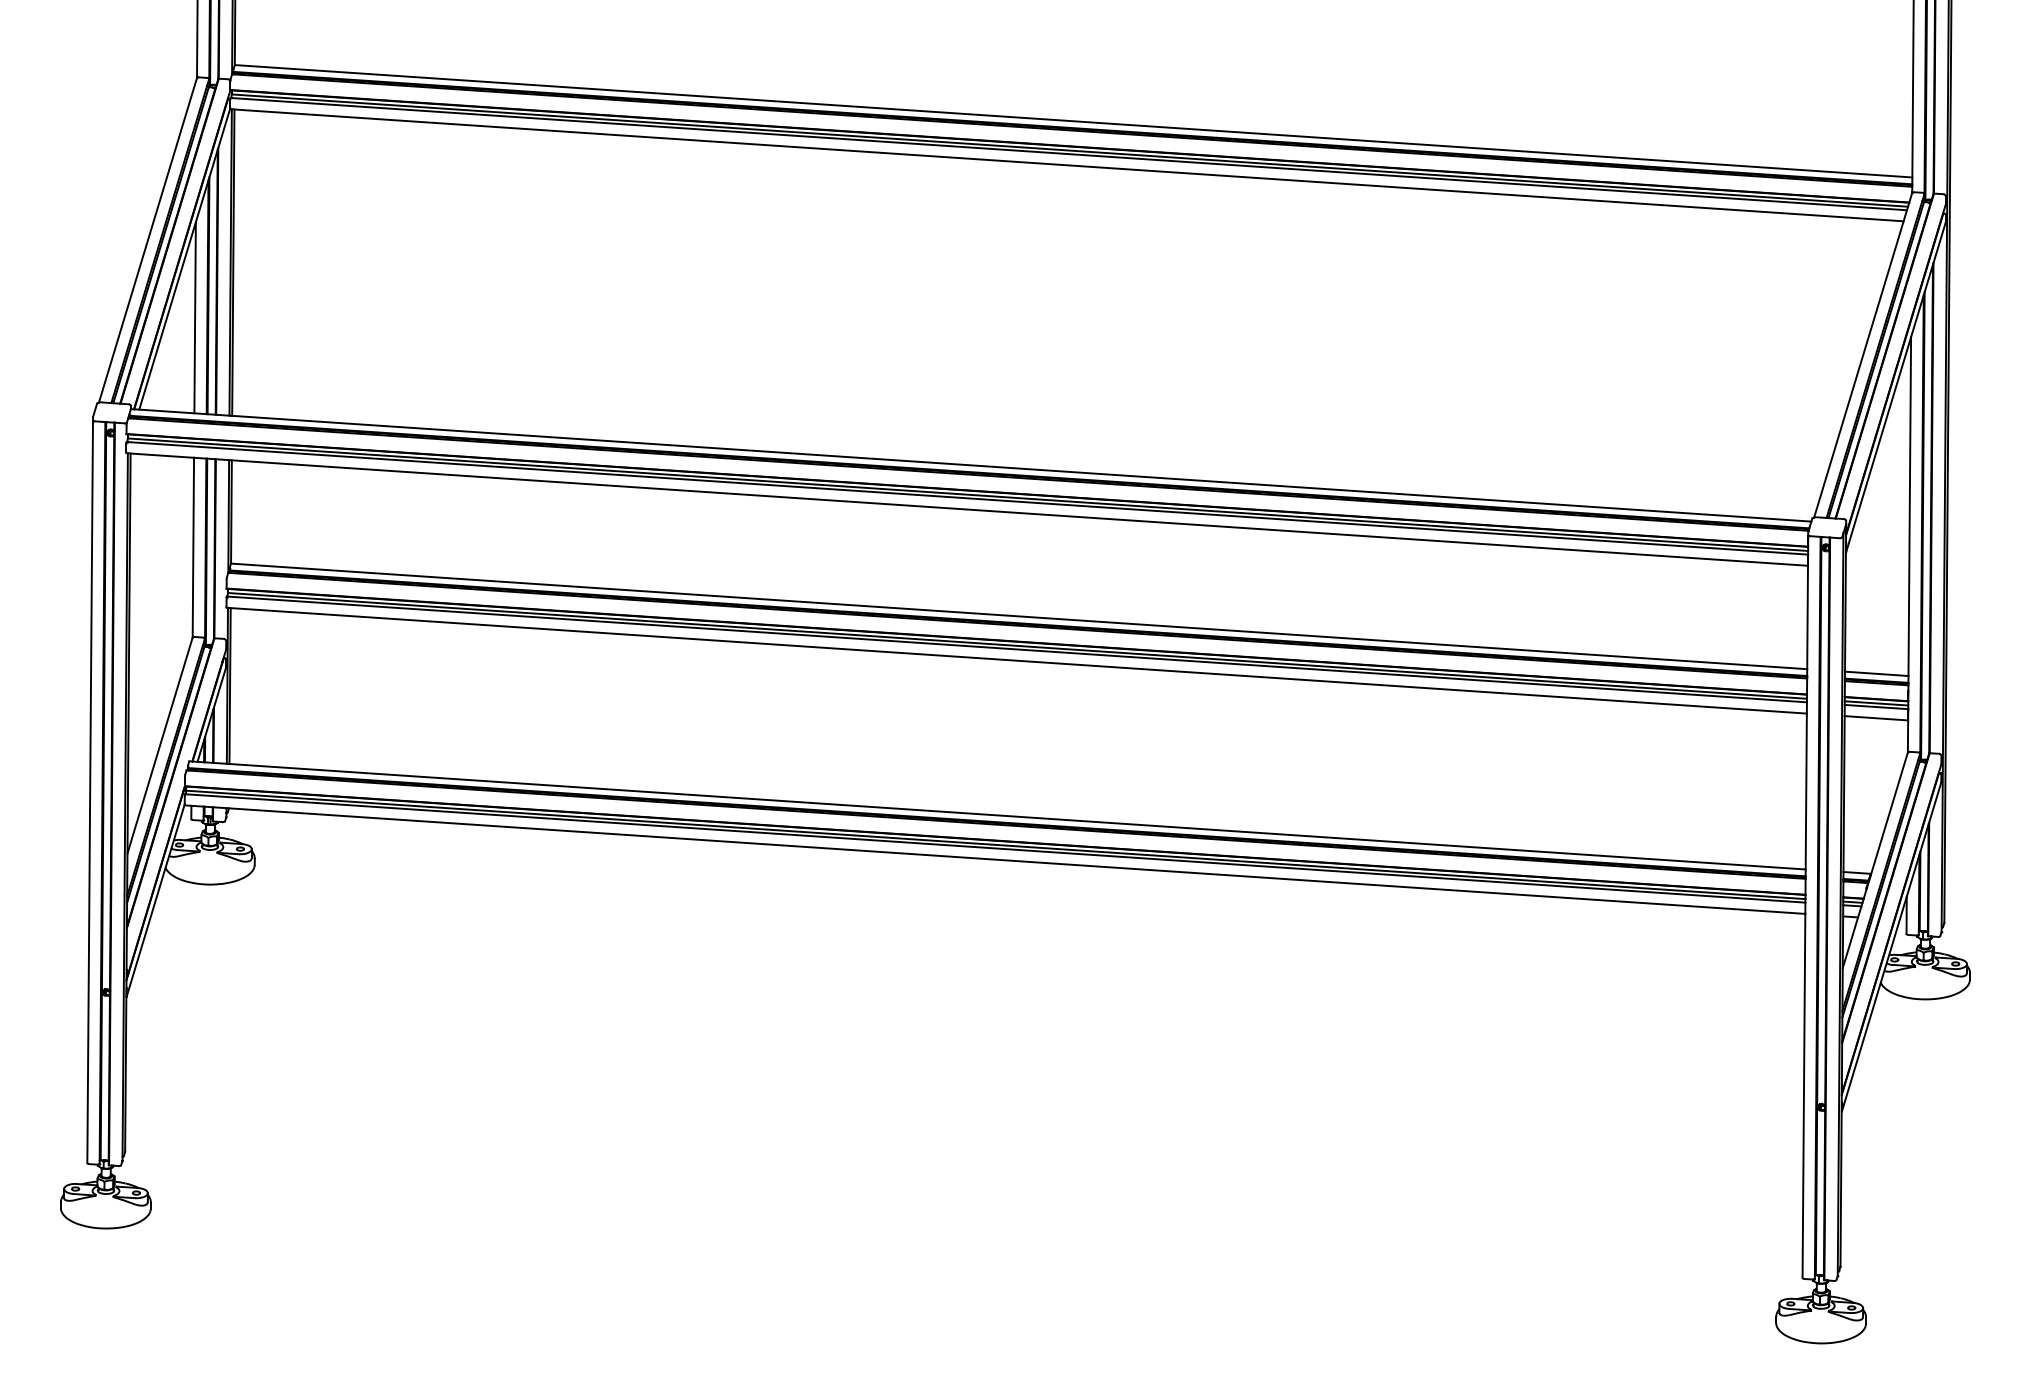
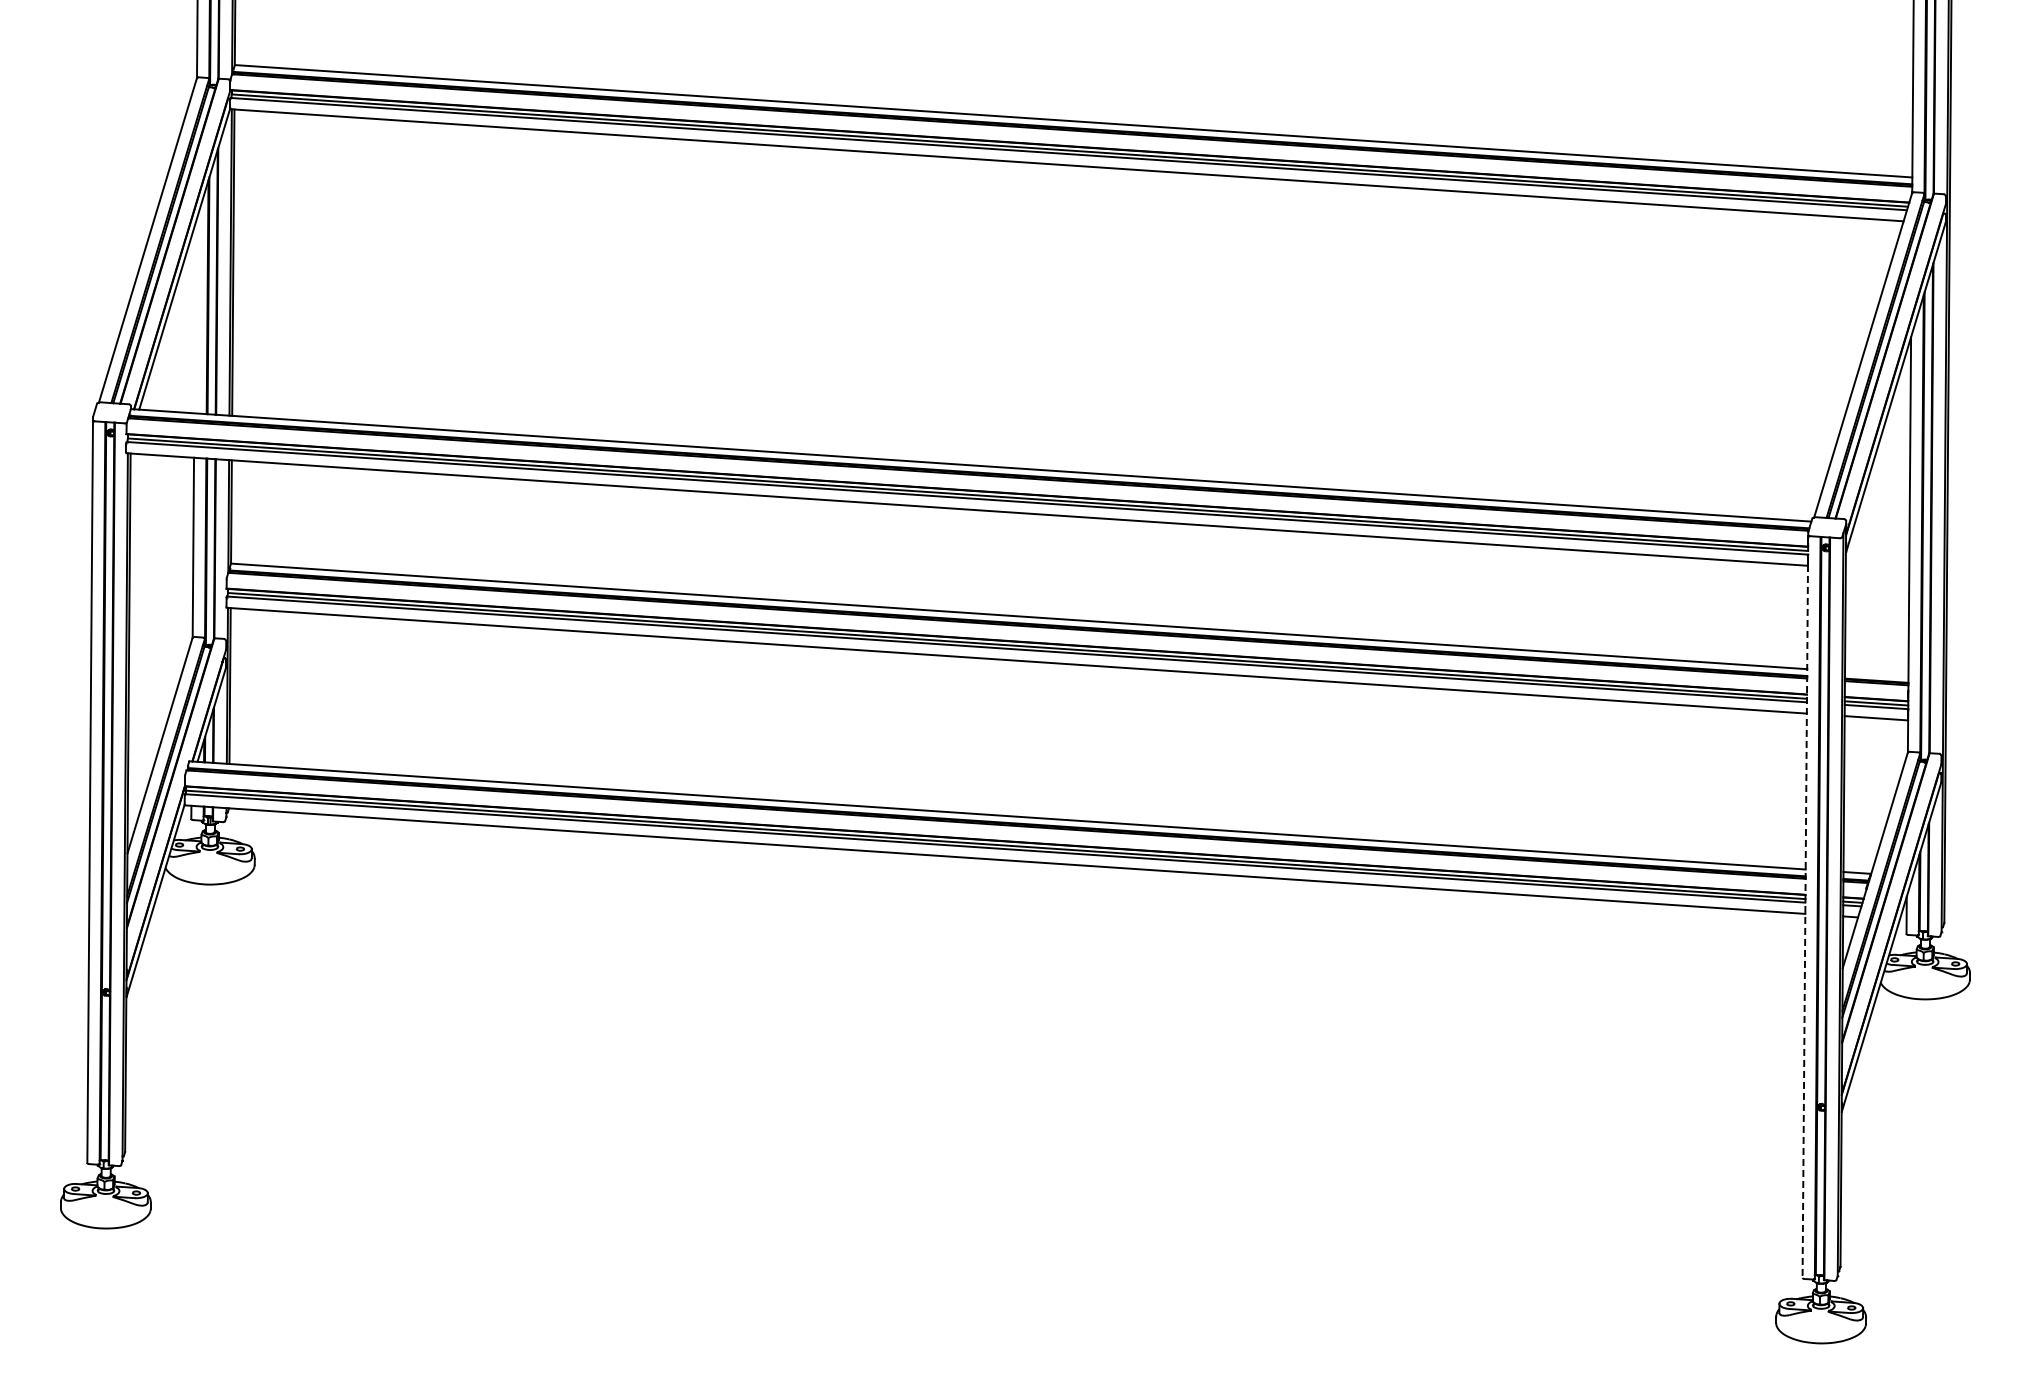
line at (194, 317): present -> none
line at (1876, 673): present -> none
line at (1805, 905): solid -> dashed
